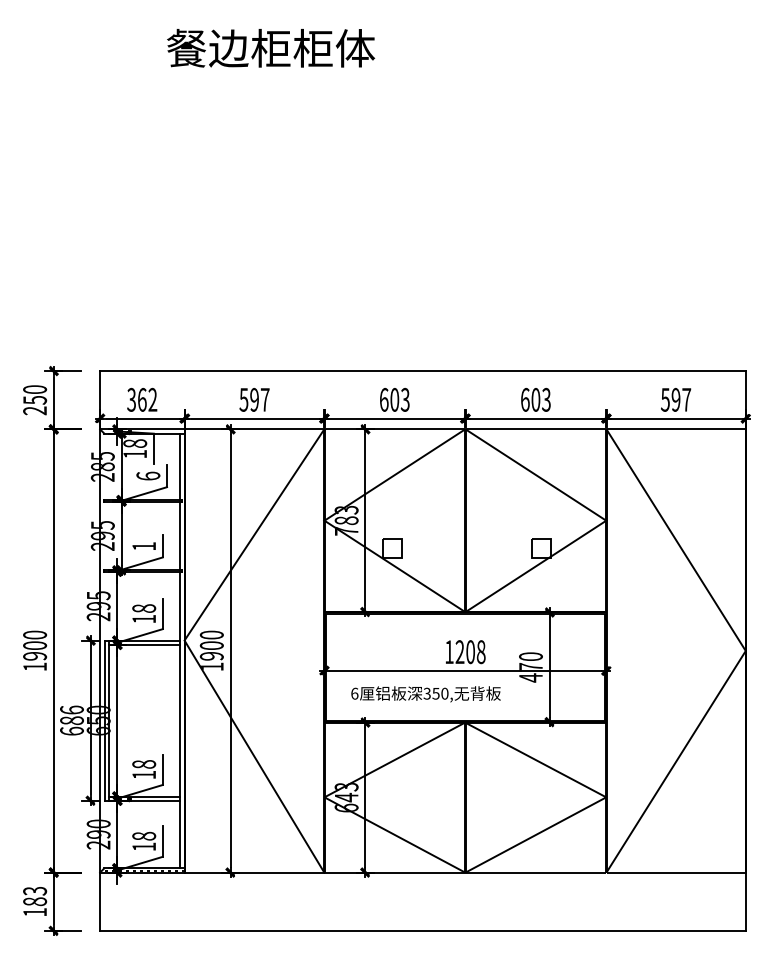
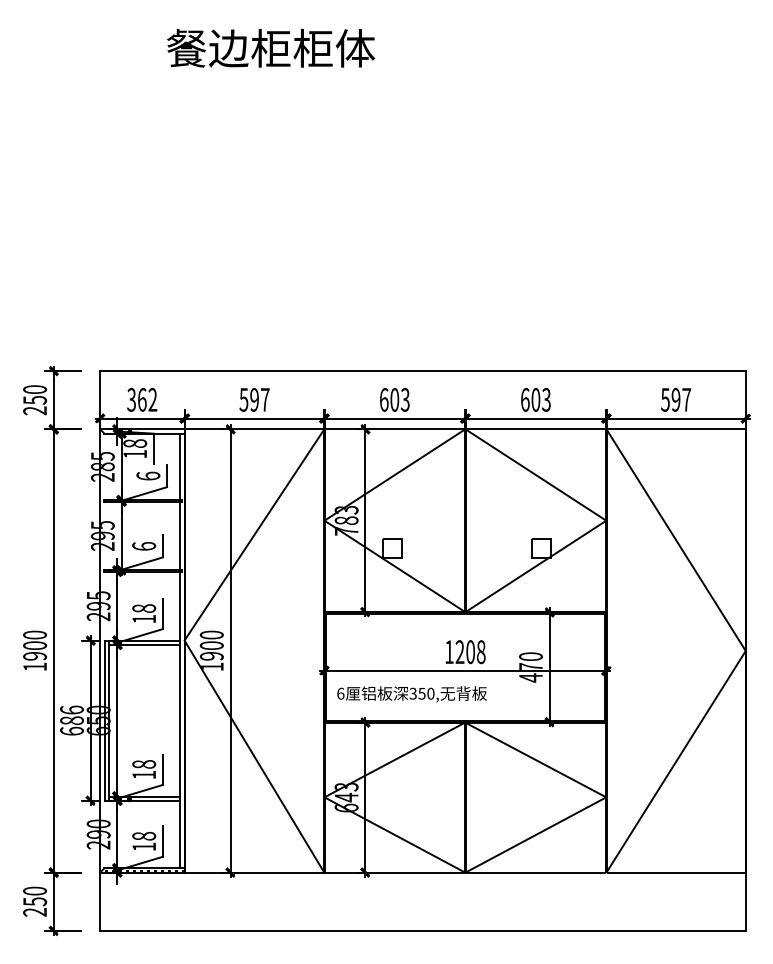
text at (144, 546): 1 -> 6
text at (425, 694) position: (425, 694) -> (411, 694)
text at (34, 901): 183 -> 250
